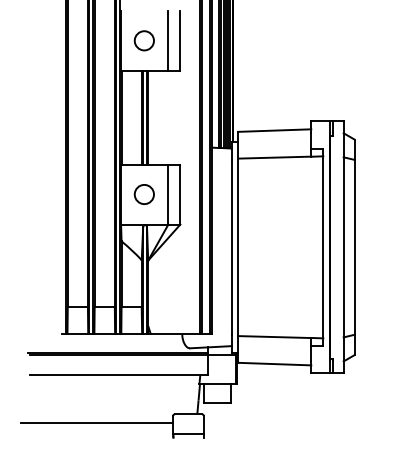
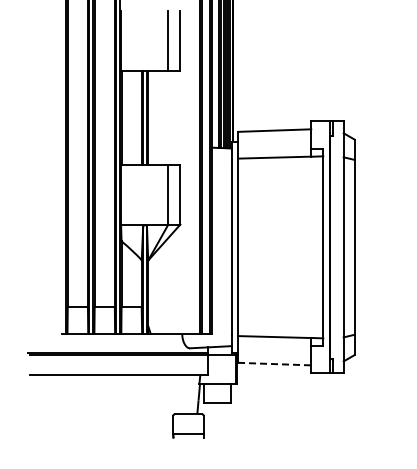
circle at (143, 40): present -> none
circle at (143, 194): present -> none
line at (274, 364): solid -> dashed
line at (96, 422): present -> none
